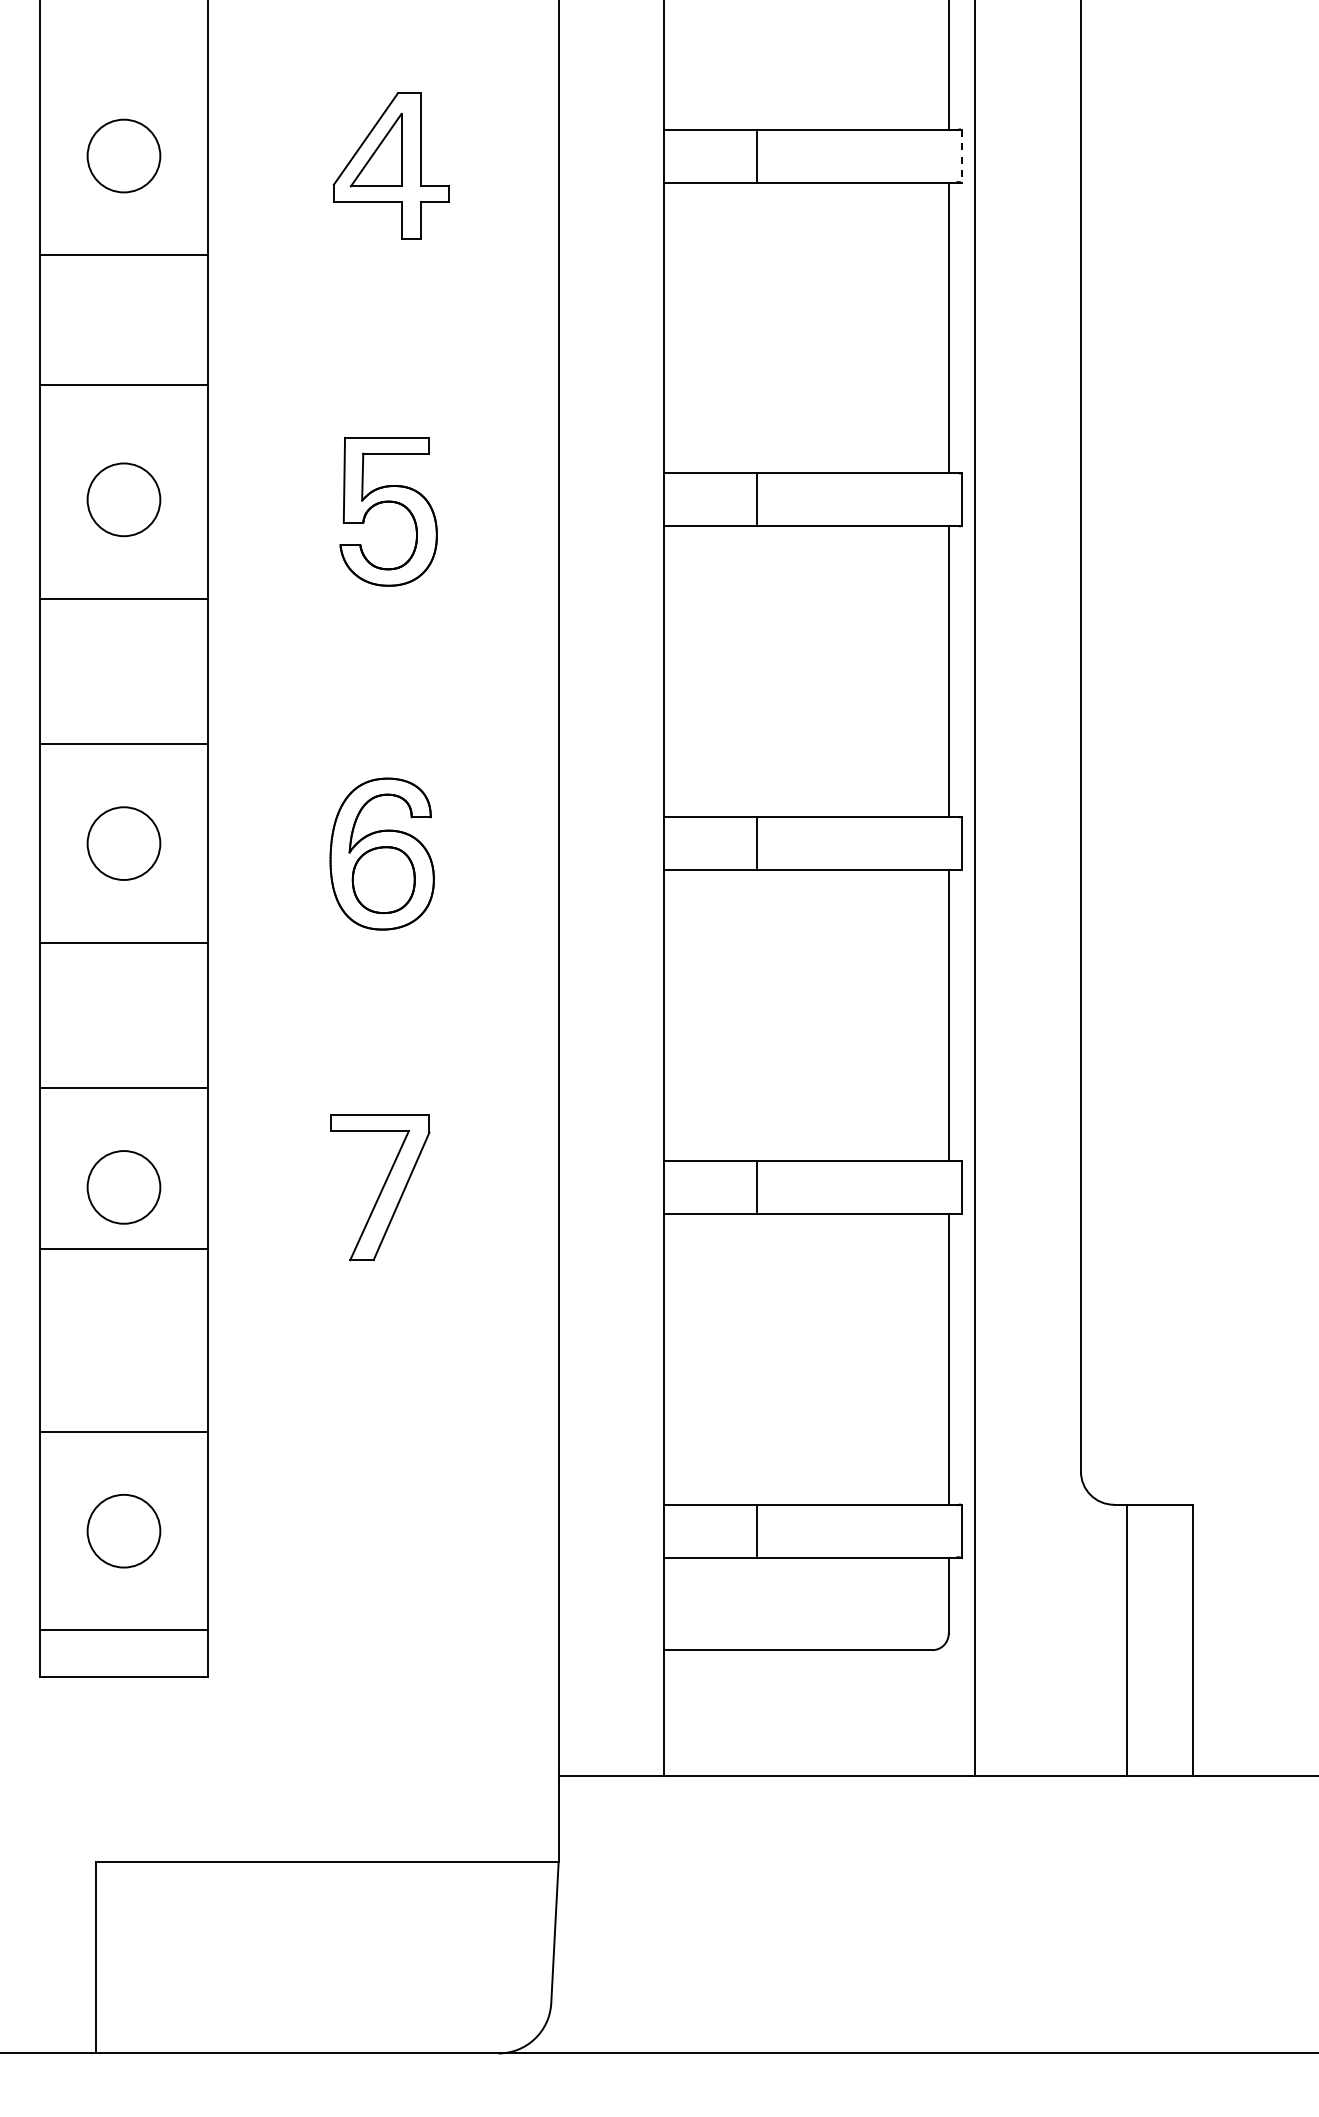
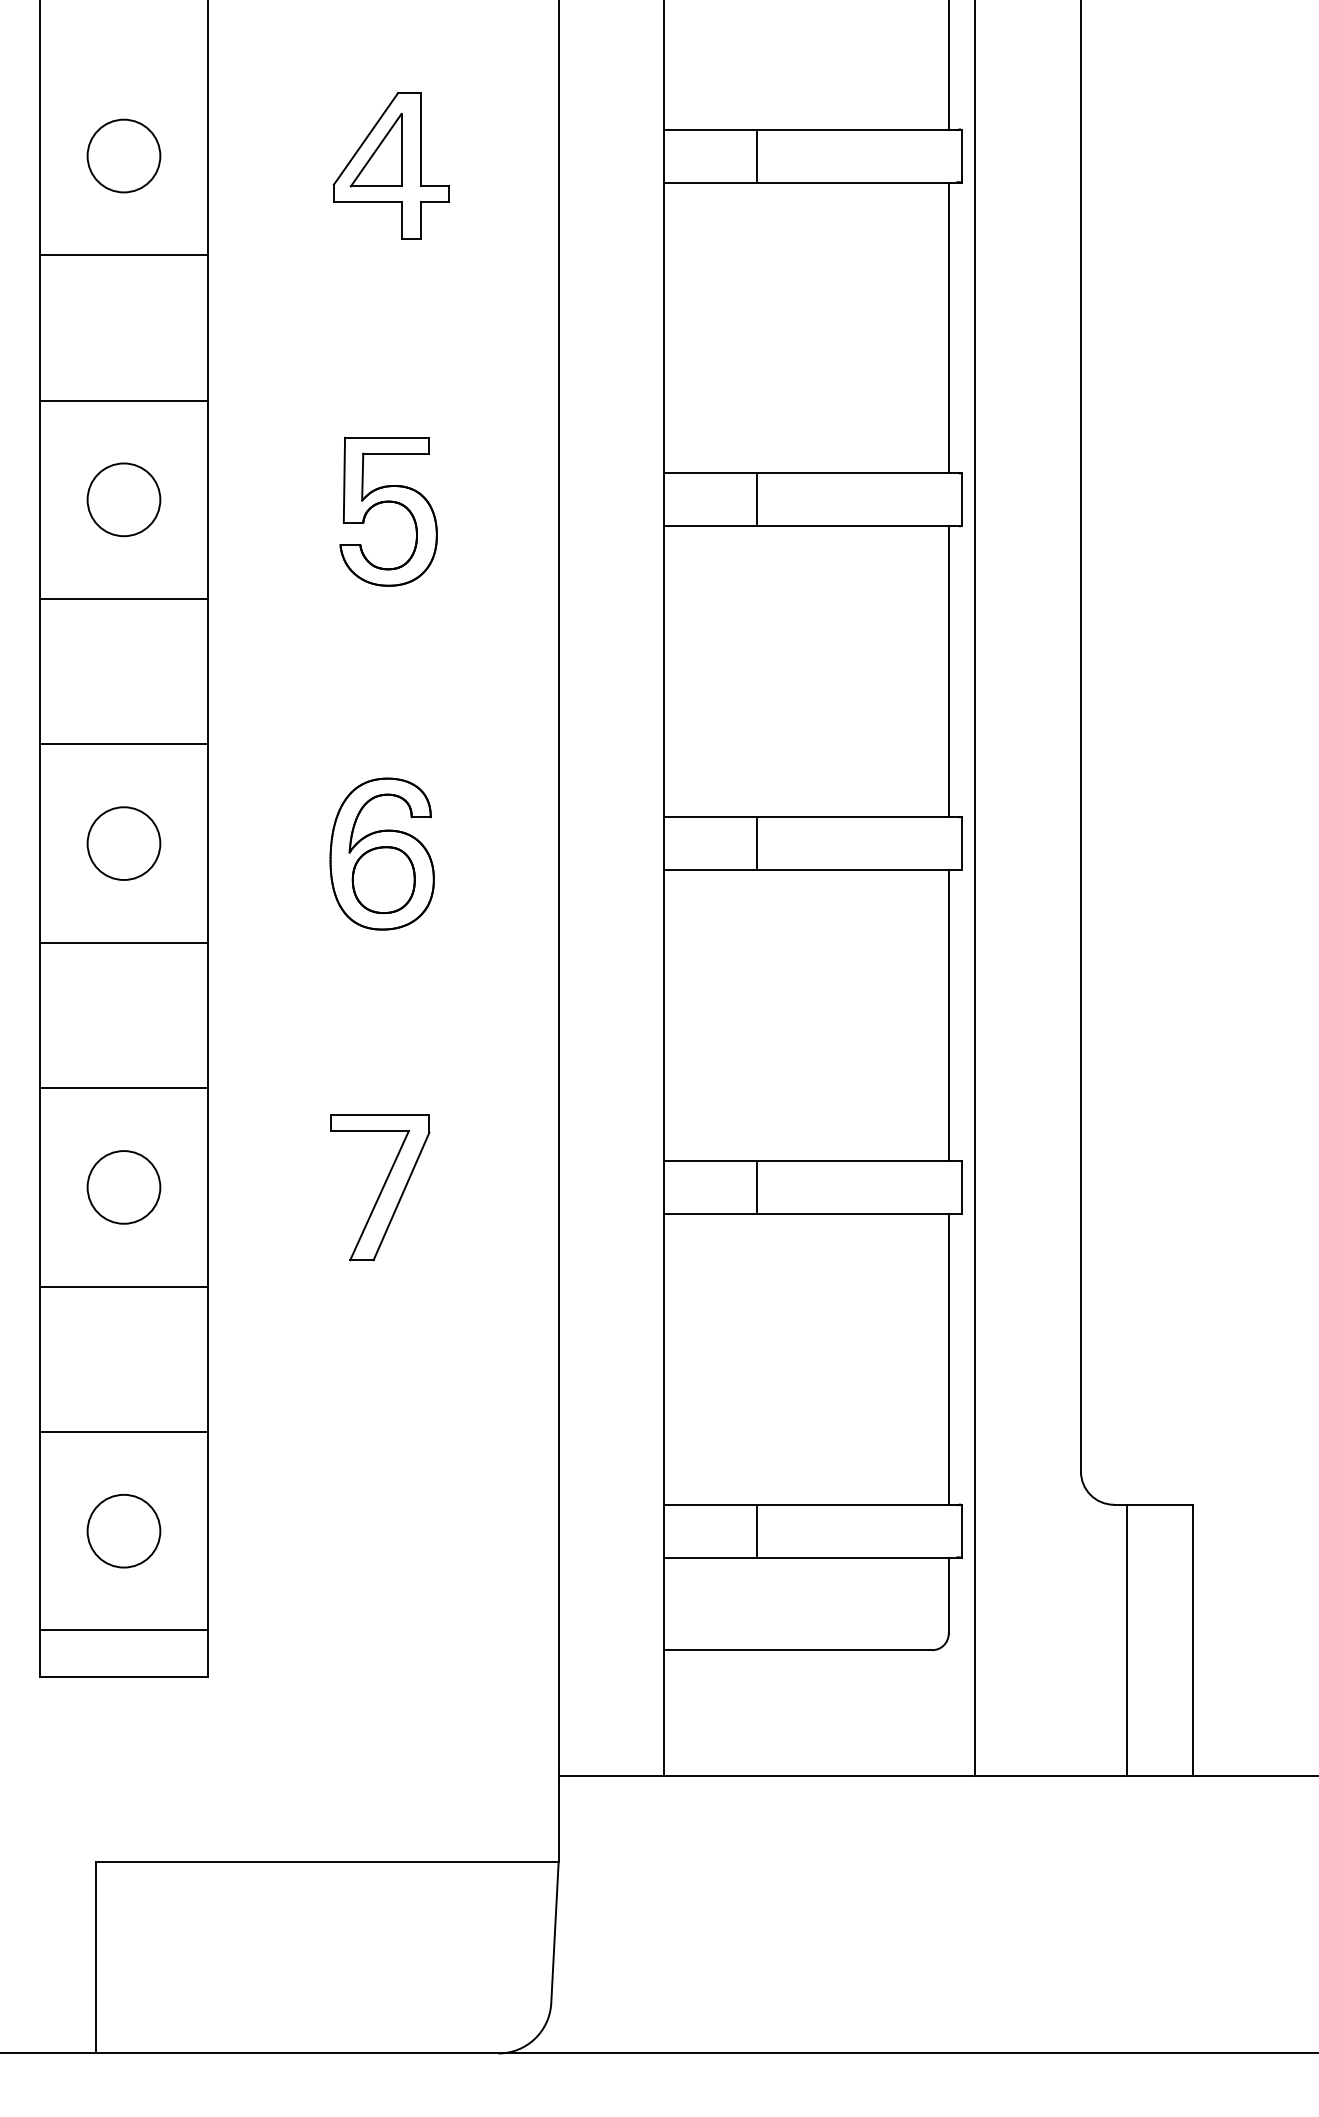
line at (961, 156): dashed -> solid
line at (123, 384) position: (123, 384) -> (123, 400)
line at (123, 1248) position: (123, 1248) -> (123, 1286)
